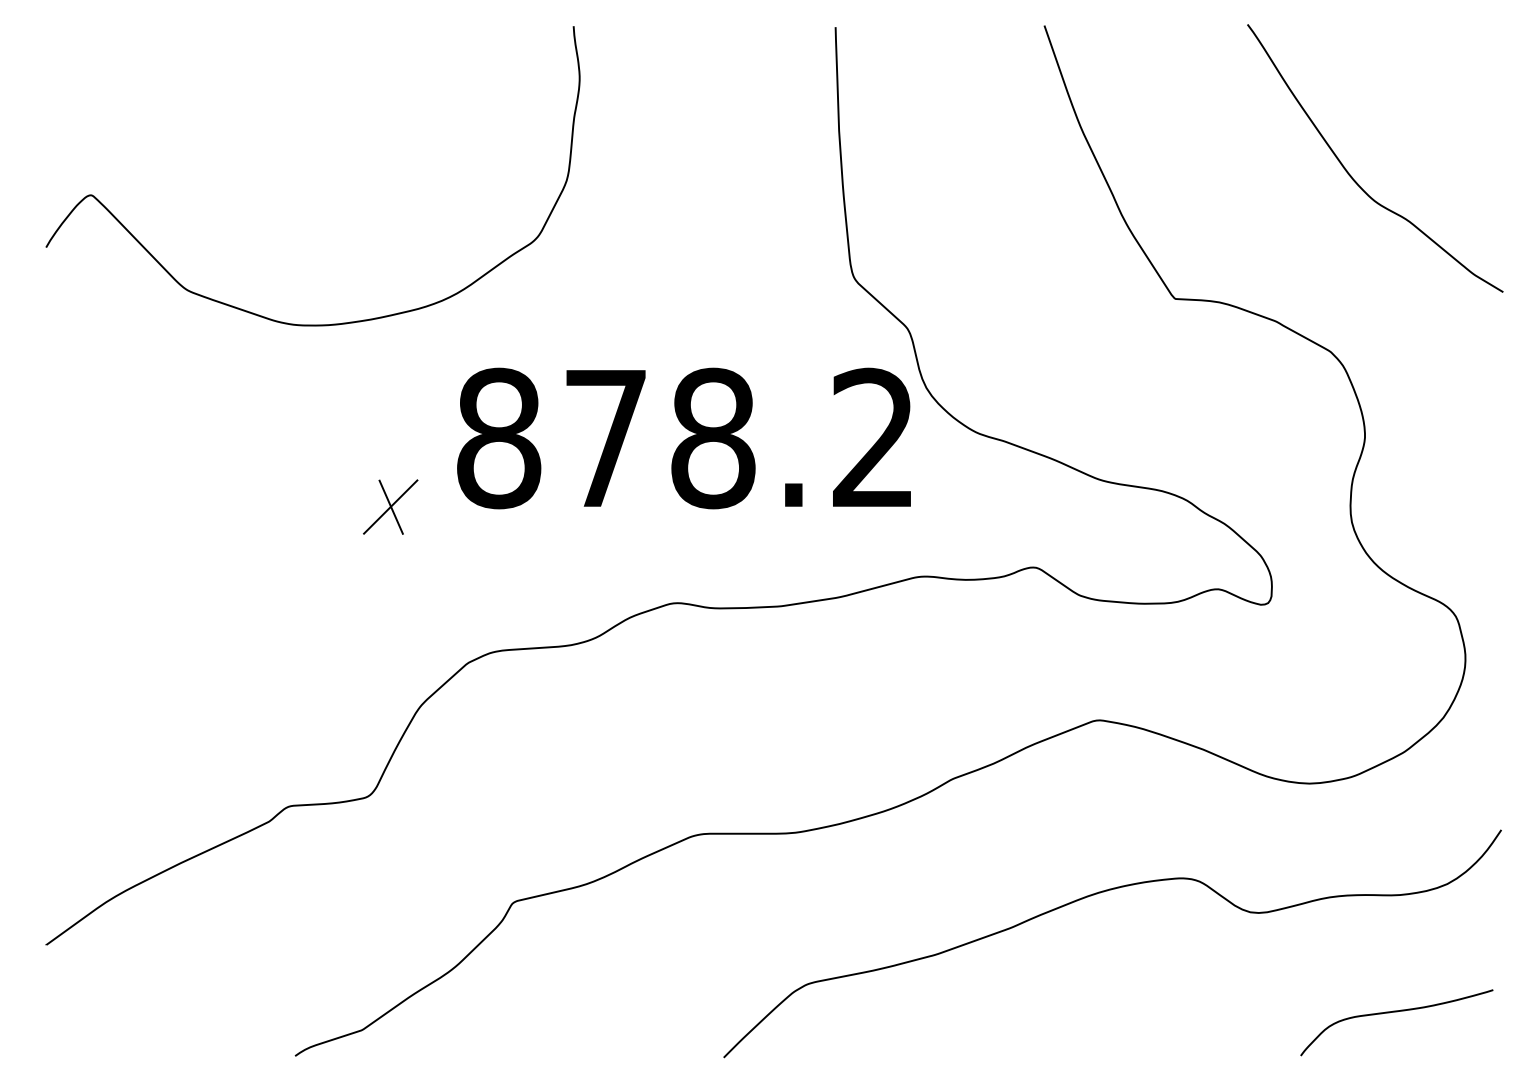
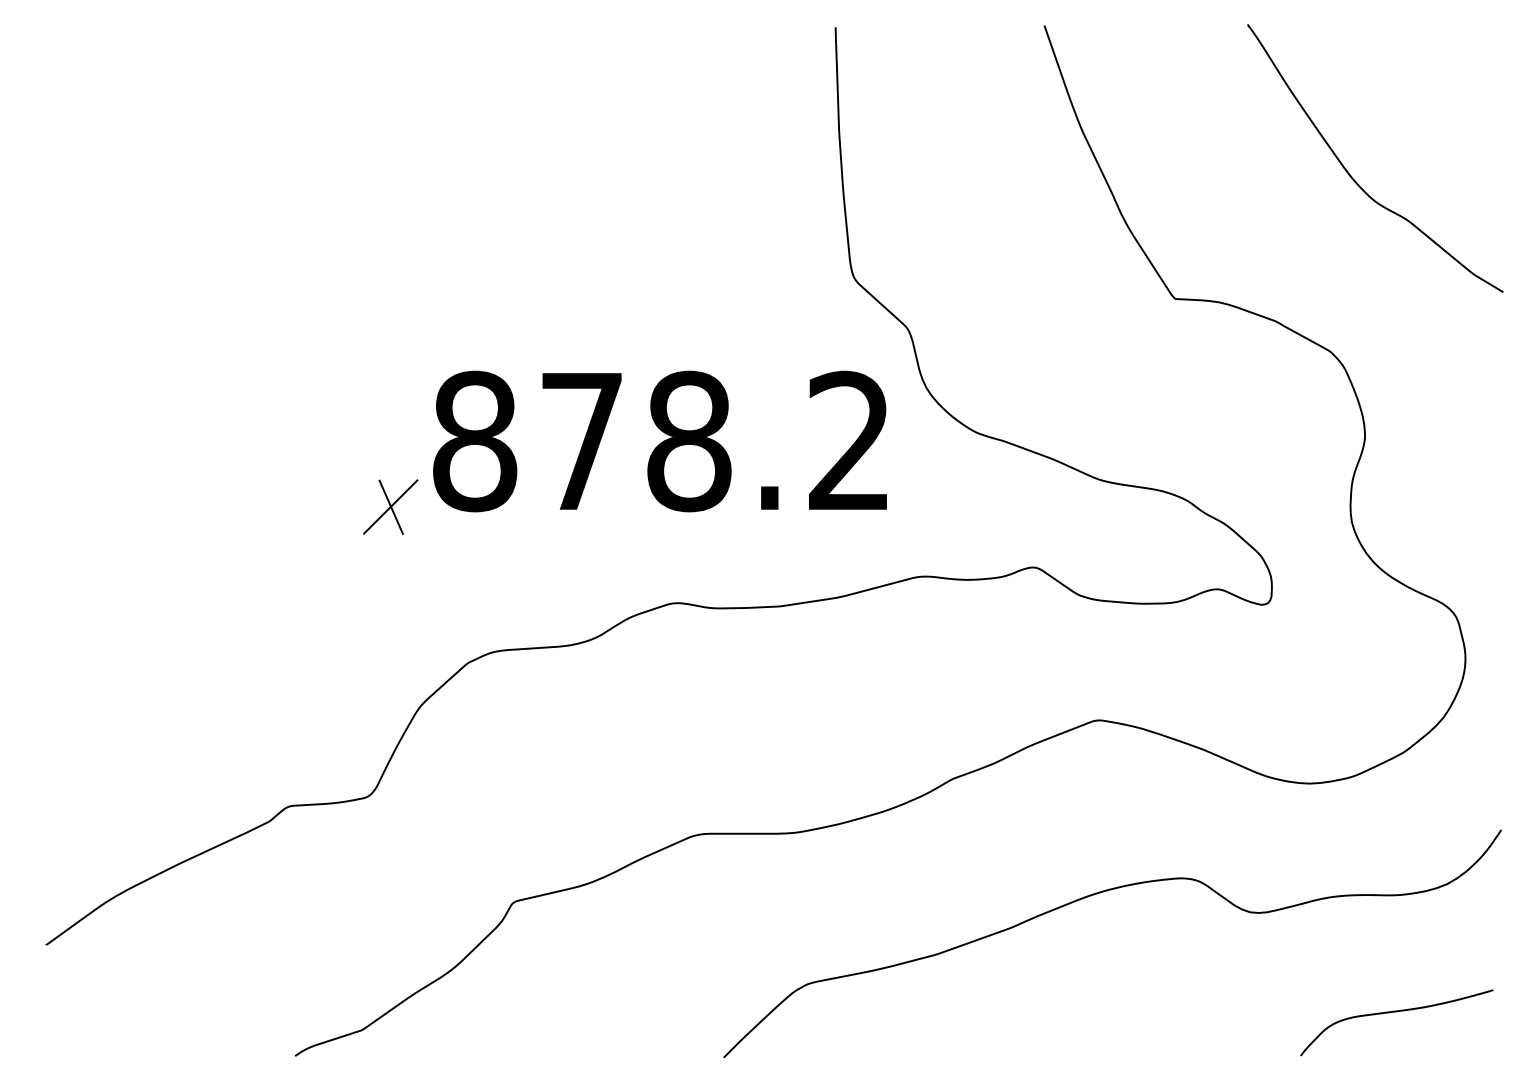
curve at (265, 316): present -> none
text at (683, 438) position: (683, 438) -> (659, 441)
